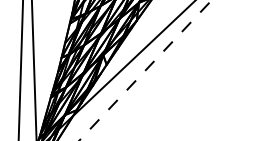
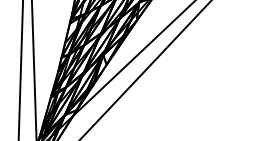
line at (145, 70): dashed -> solid
